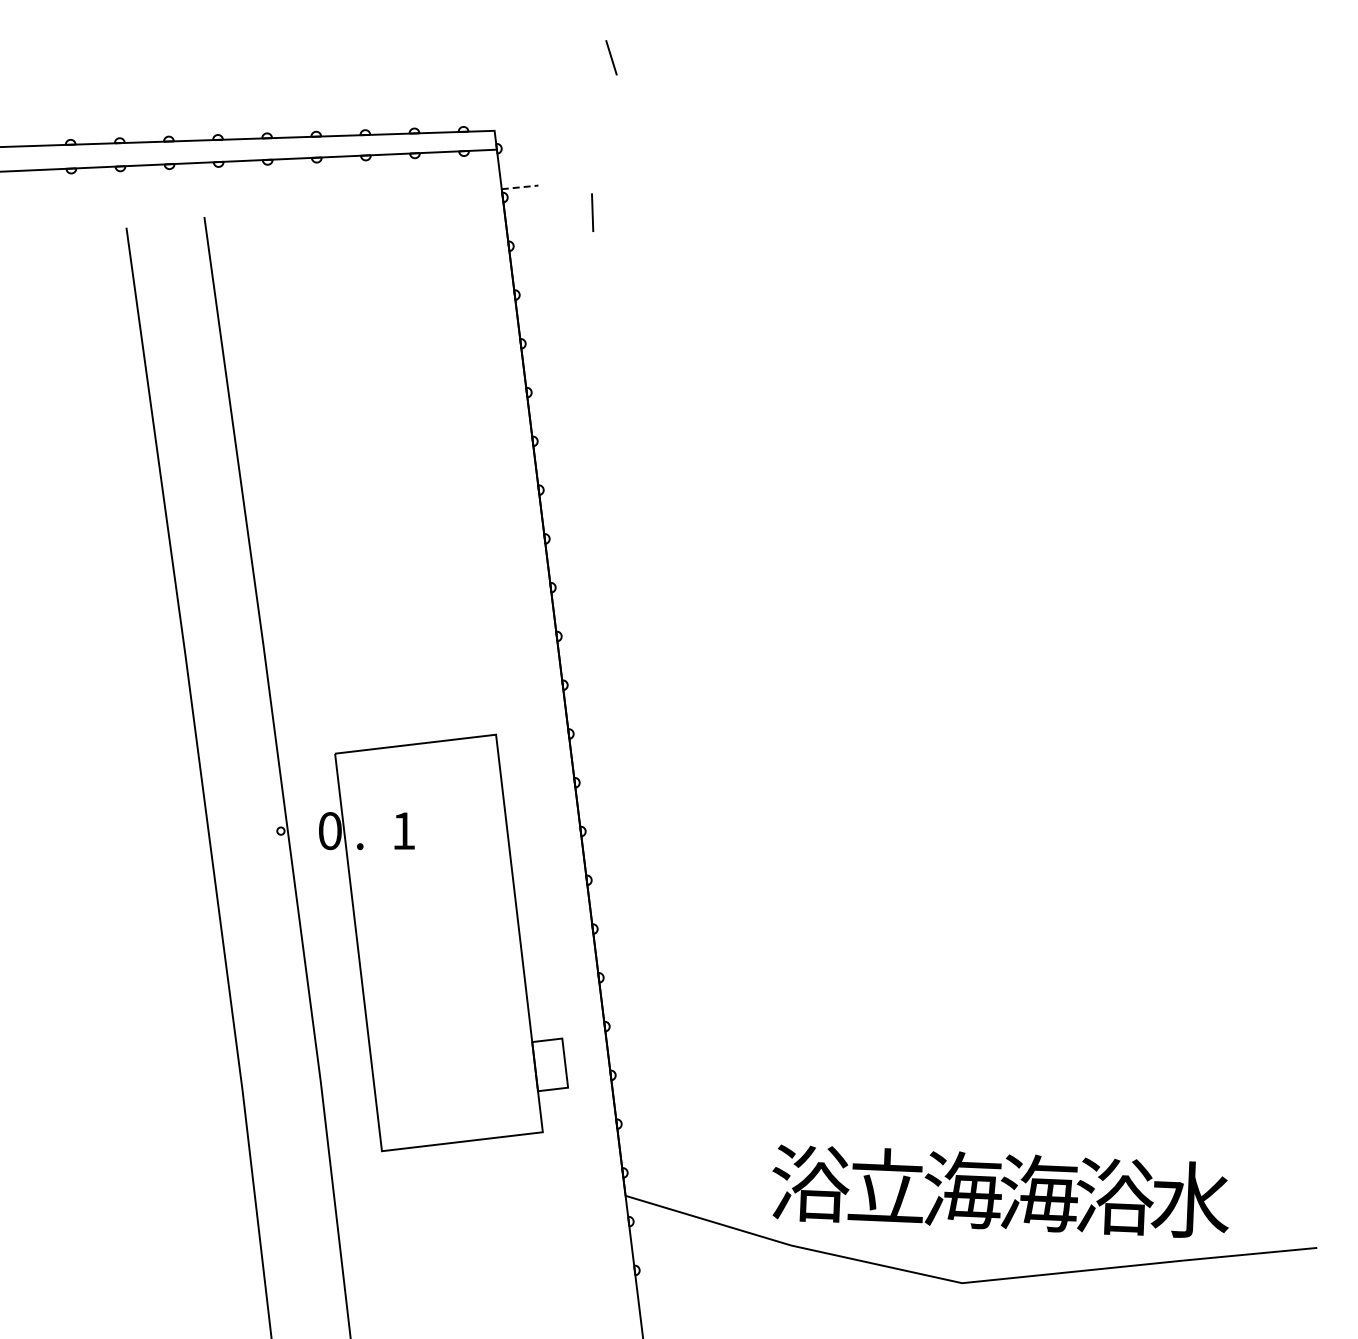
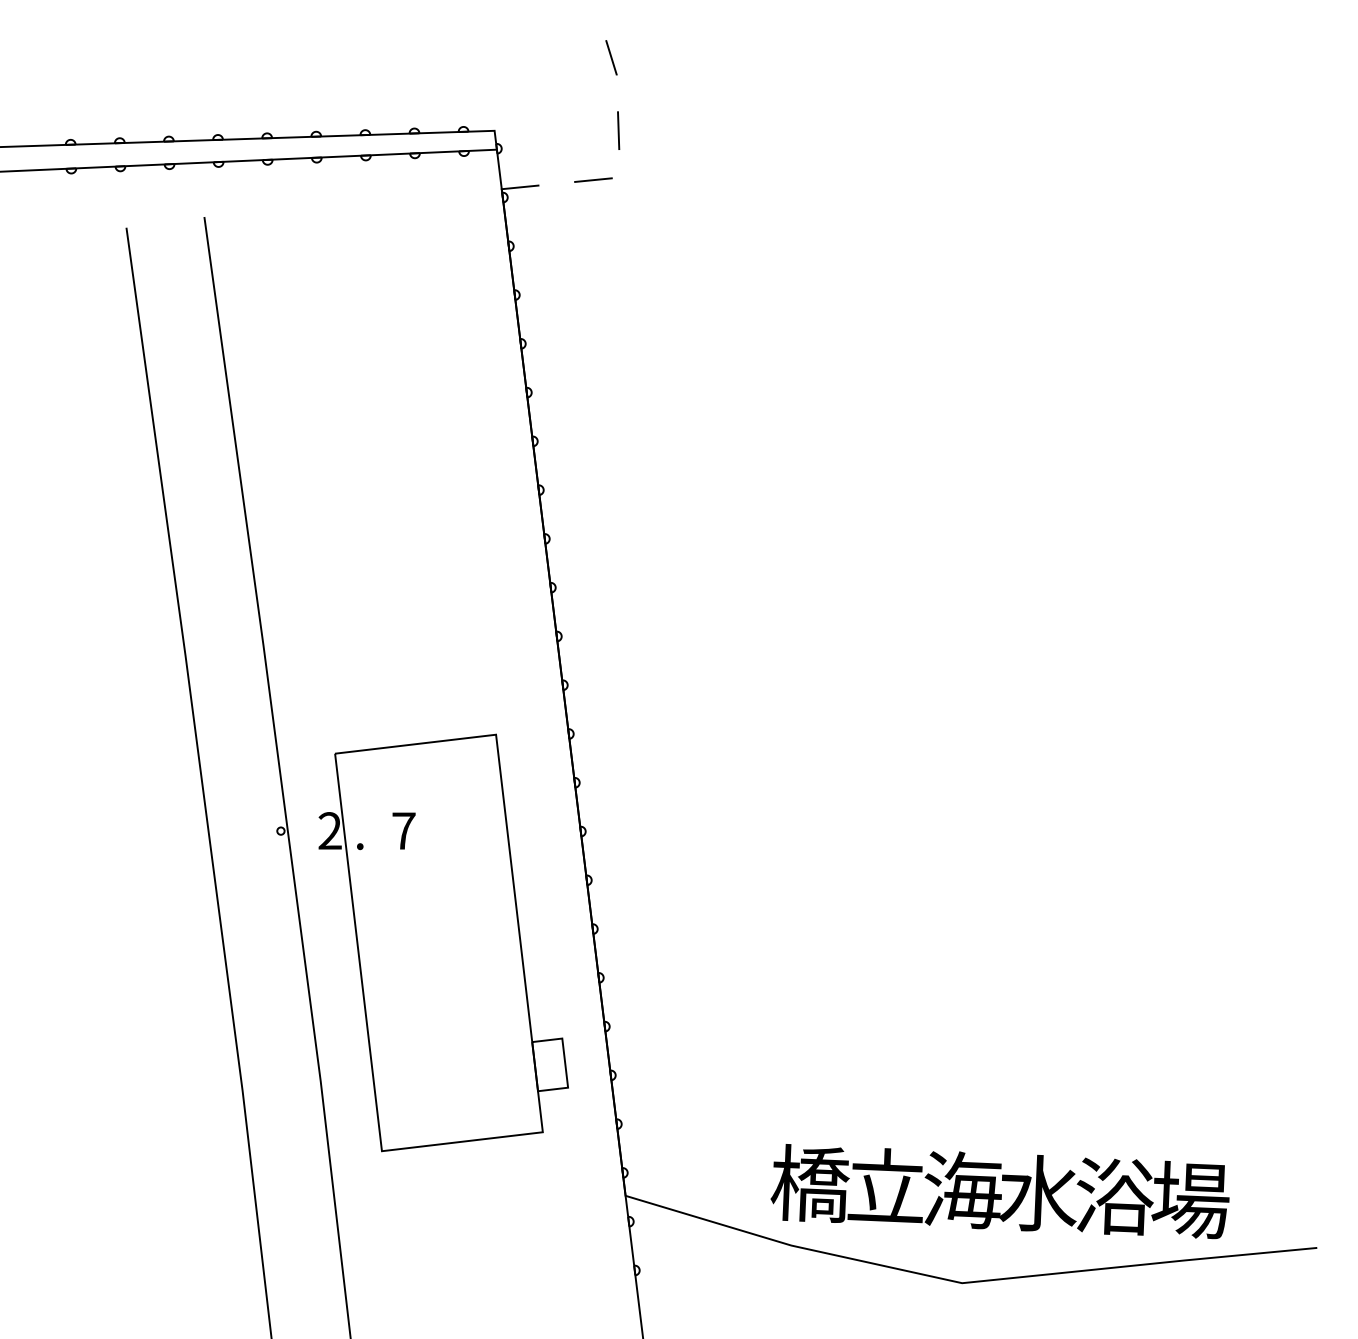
line at (593, 179): none -> present
line at (520, 187): dashed -> solid
line at (592, 212) position: (592, 212) -> (618, 130)
text at (403, 830): 1 -> 7
text at (329, 831): 0 -> 2
text at (809, 1183): 浴 -> 橋
text at (1038, 1193): 海 -> 水
text at (1189, 1199): 水 -> 場
